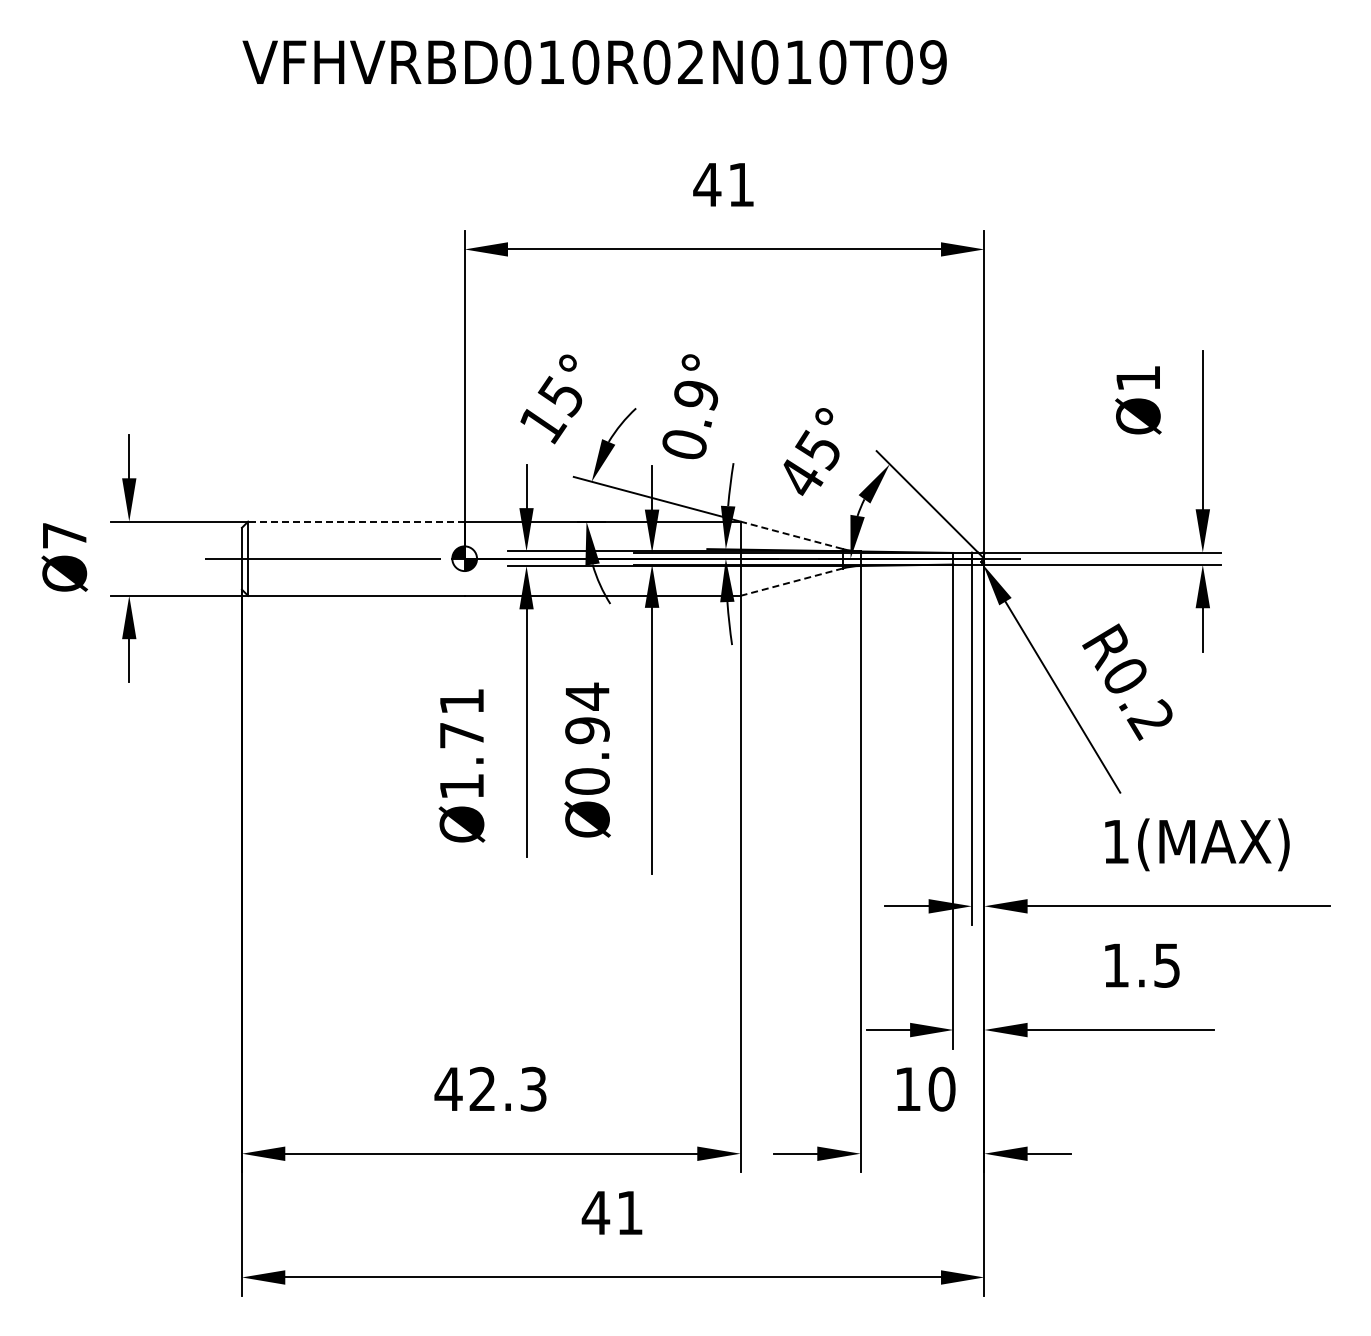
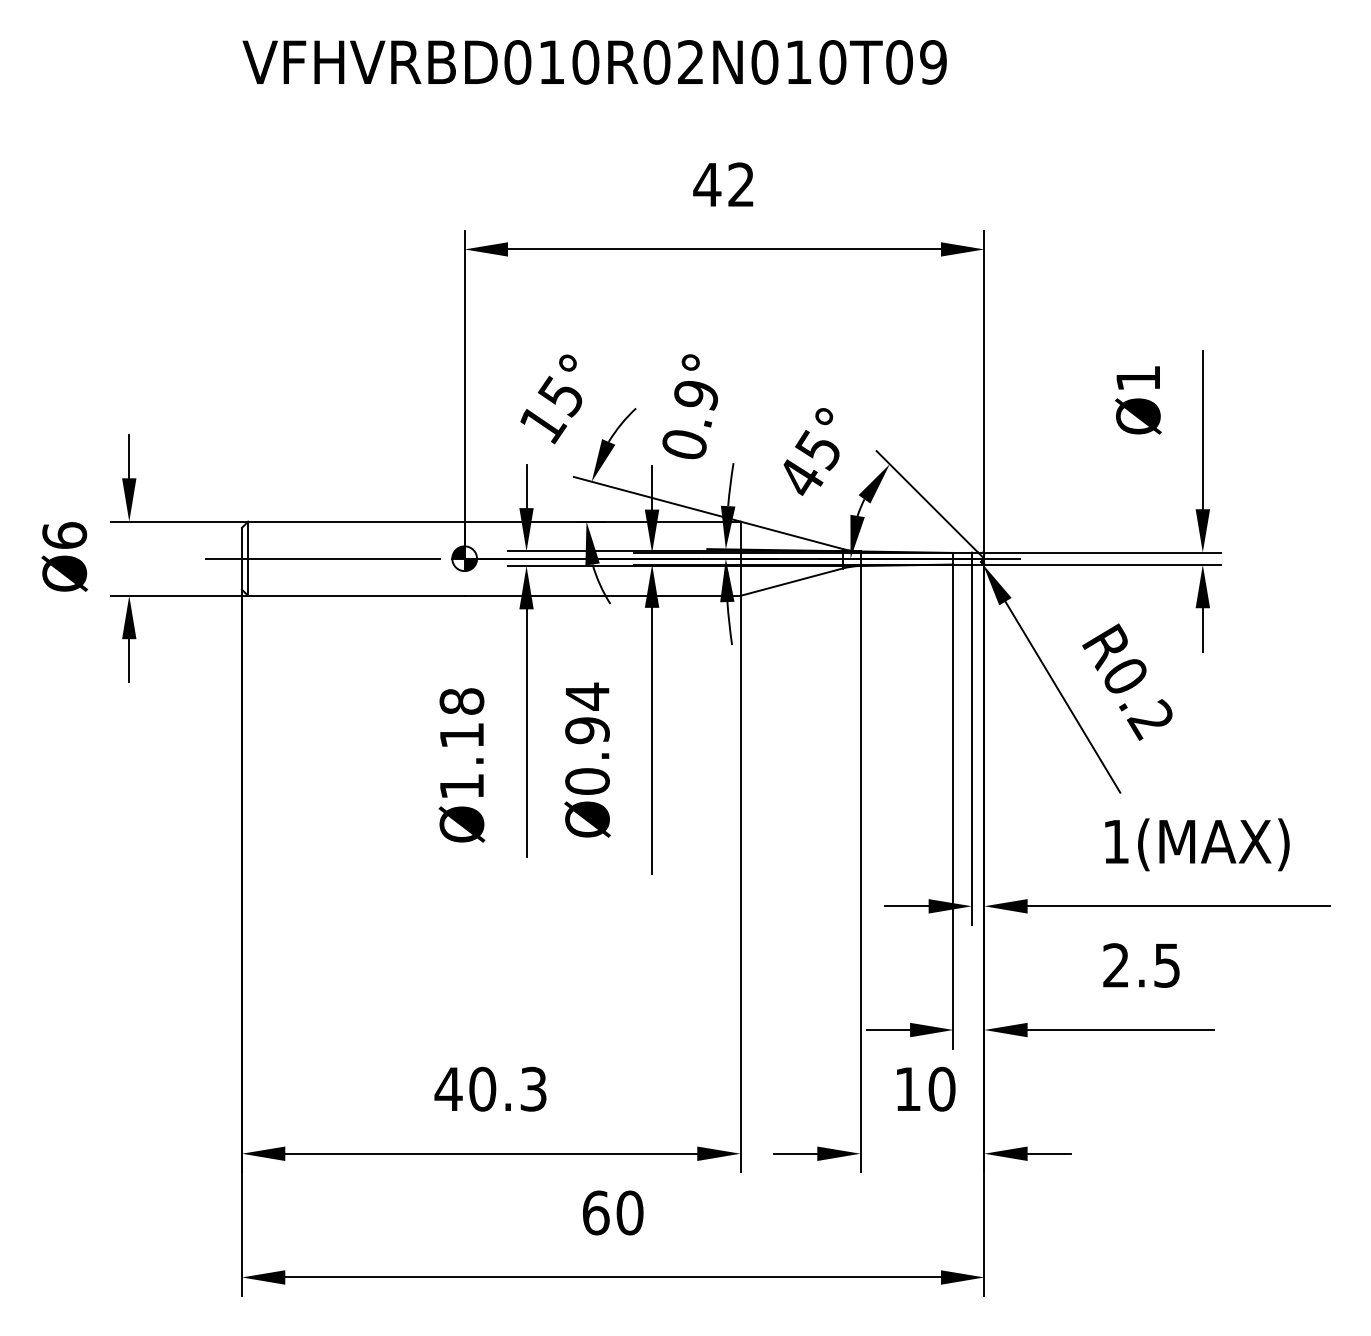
text at (740, 184): 41 -> 42
line at (355, 521): dashed -> solid
text at (64, 535): Ø7 -> Ø6
line at (791, 535): dashed -> solid
line at (791, 582): dashed -> solid
text at (461, 718): Ø1.71 -> Ø1.18
text at (1115, 965): 1.5 -> 2.5
text at (482, 1088): 42.3 -> 40.3
text at (612, 1212): 41 -> 60
